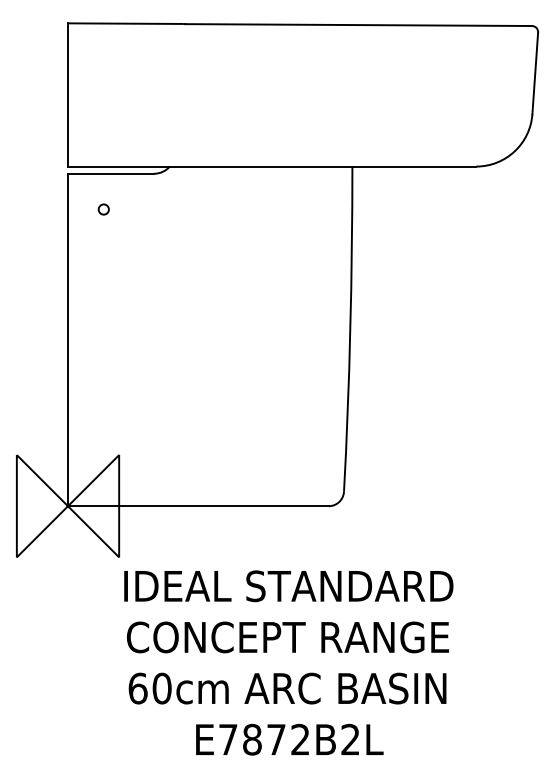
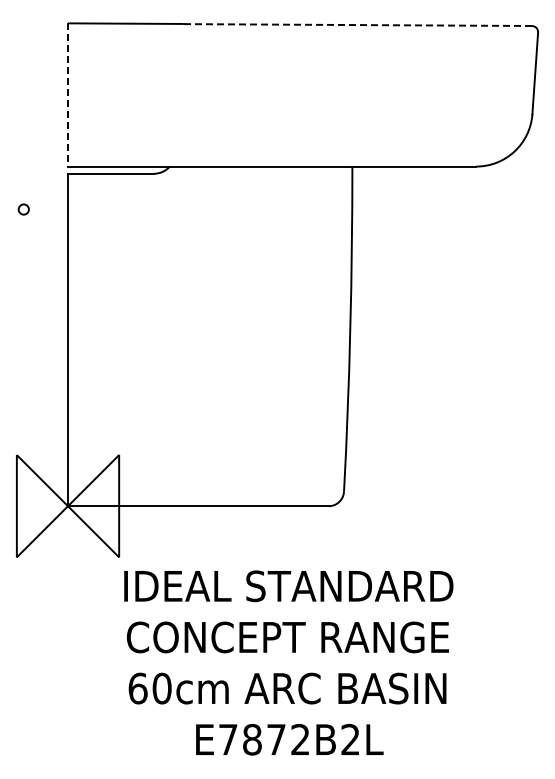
line at (358, 25): solid -> dashed
line at (68, 94): solid -> dashed
circle at (103, 209) position: (103, 209) -> (23, 209)
